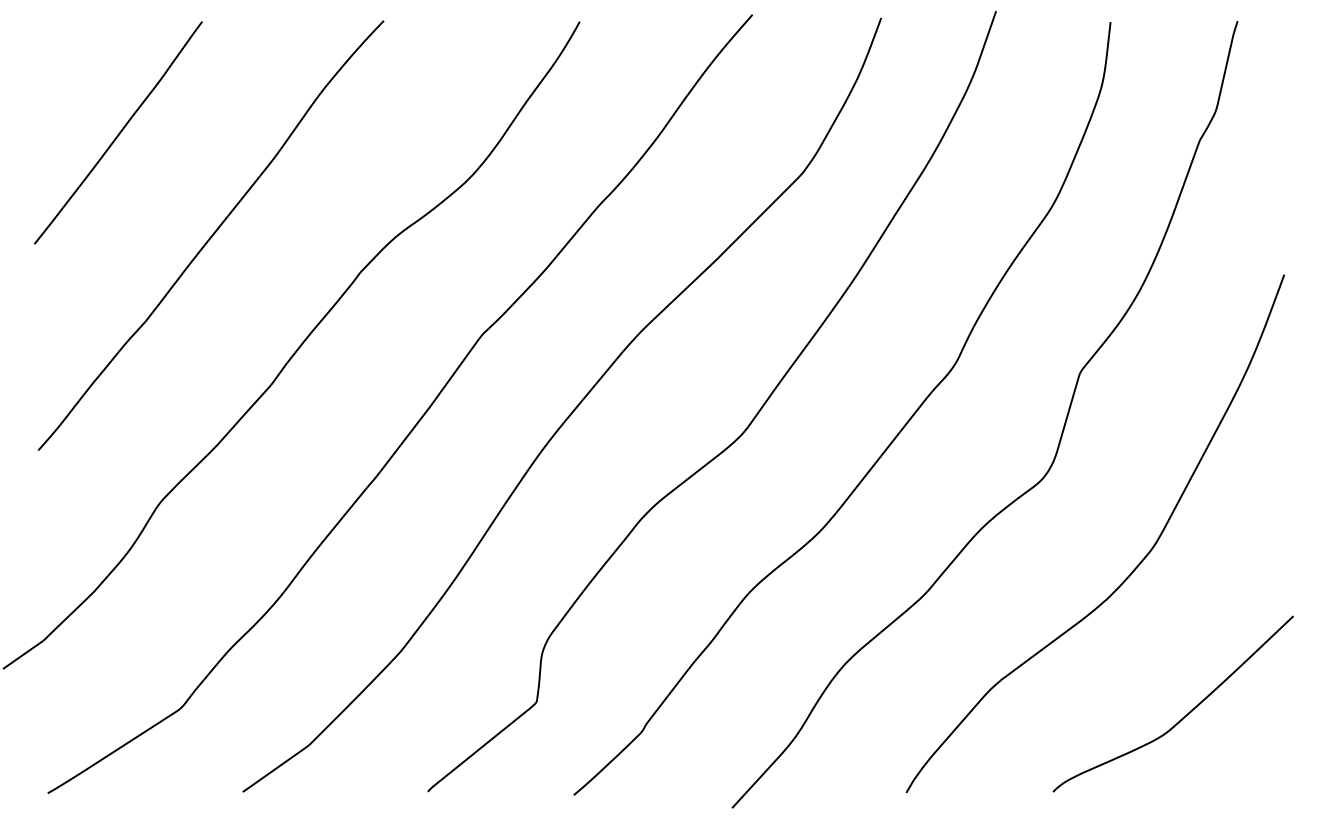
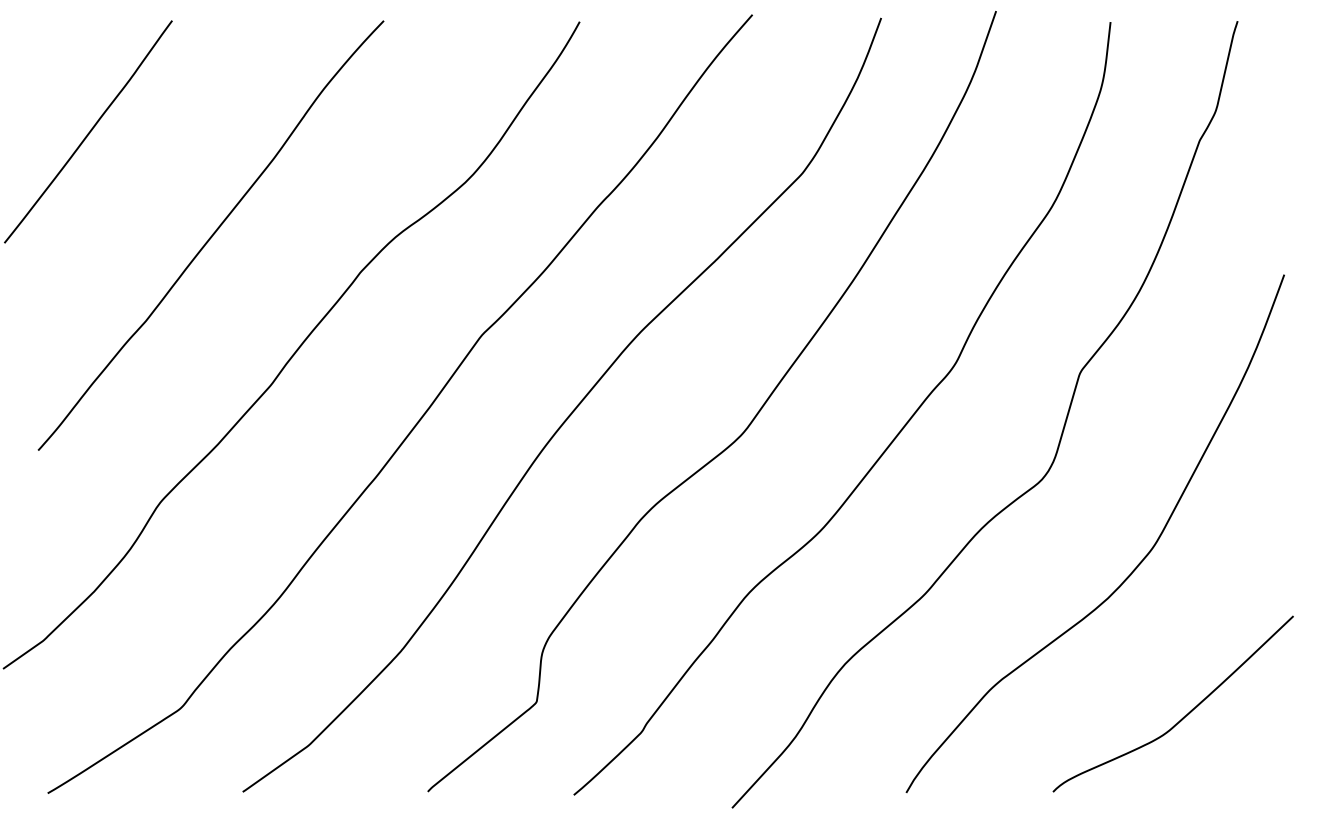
curve at (119, 132) position: (119, 132) -> (89, 131)
